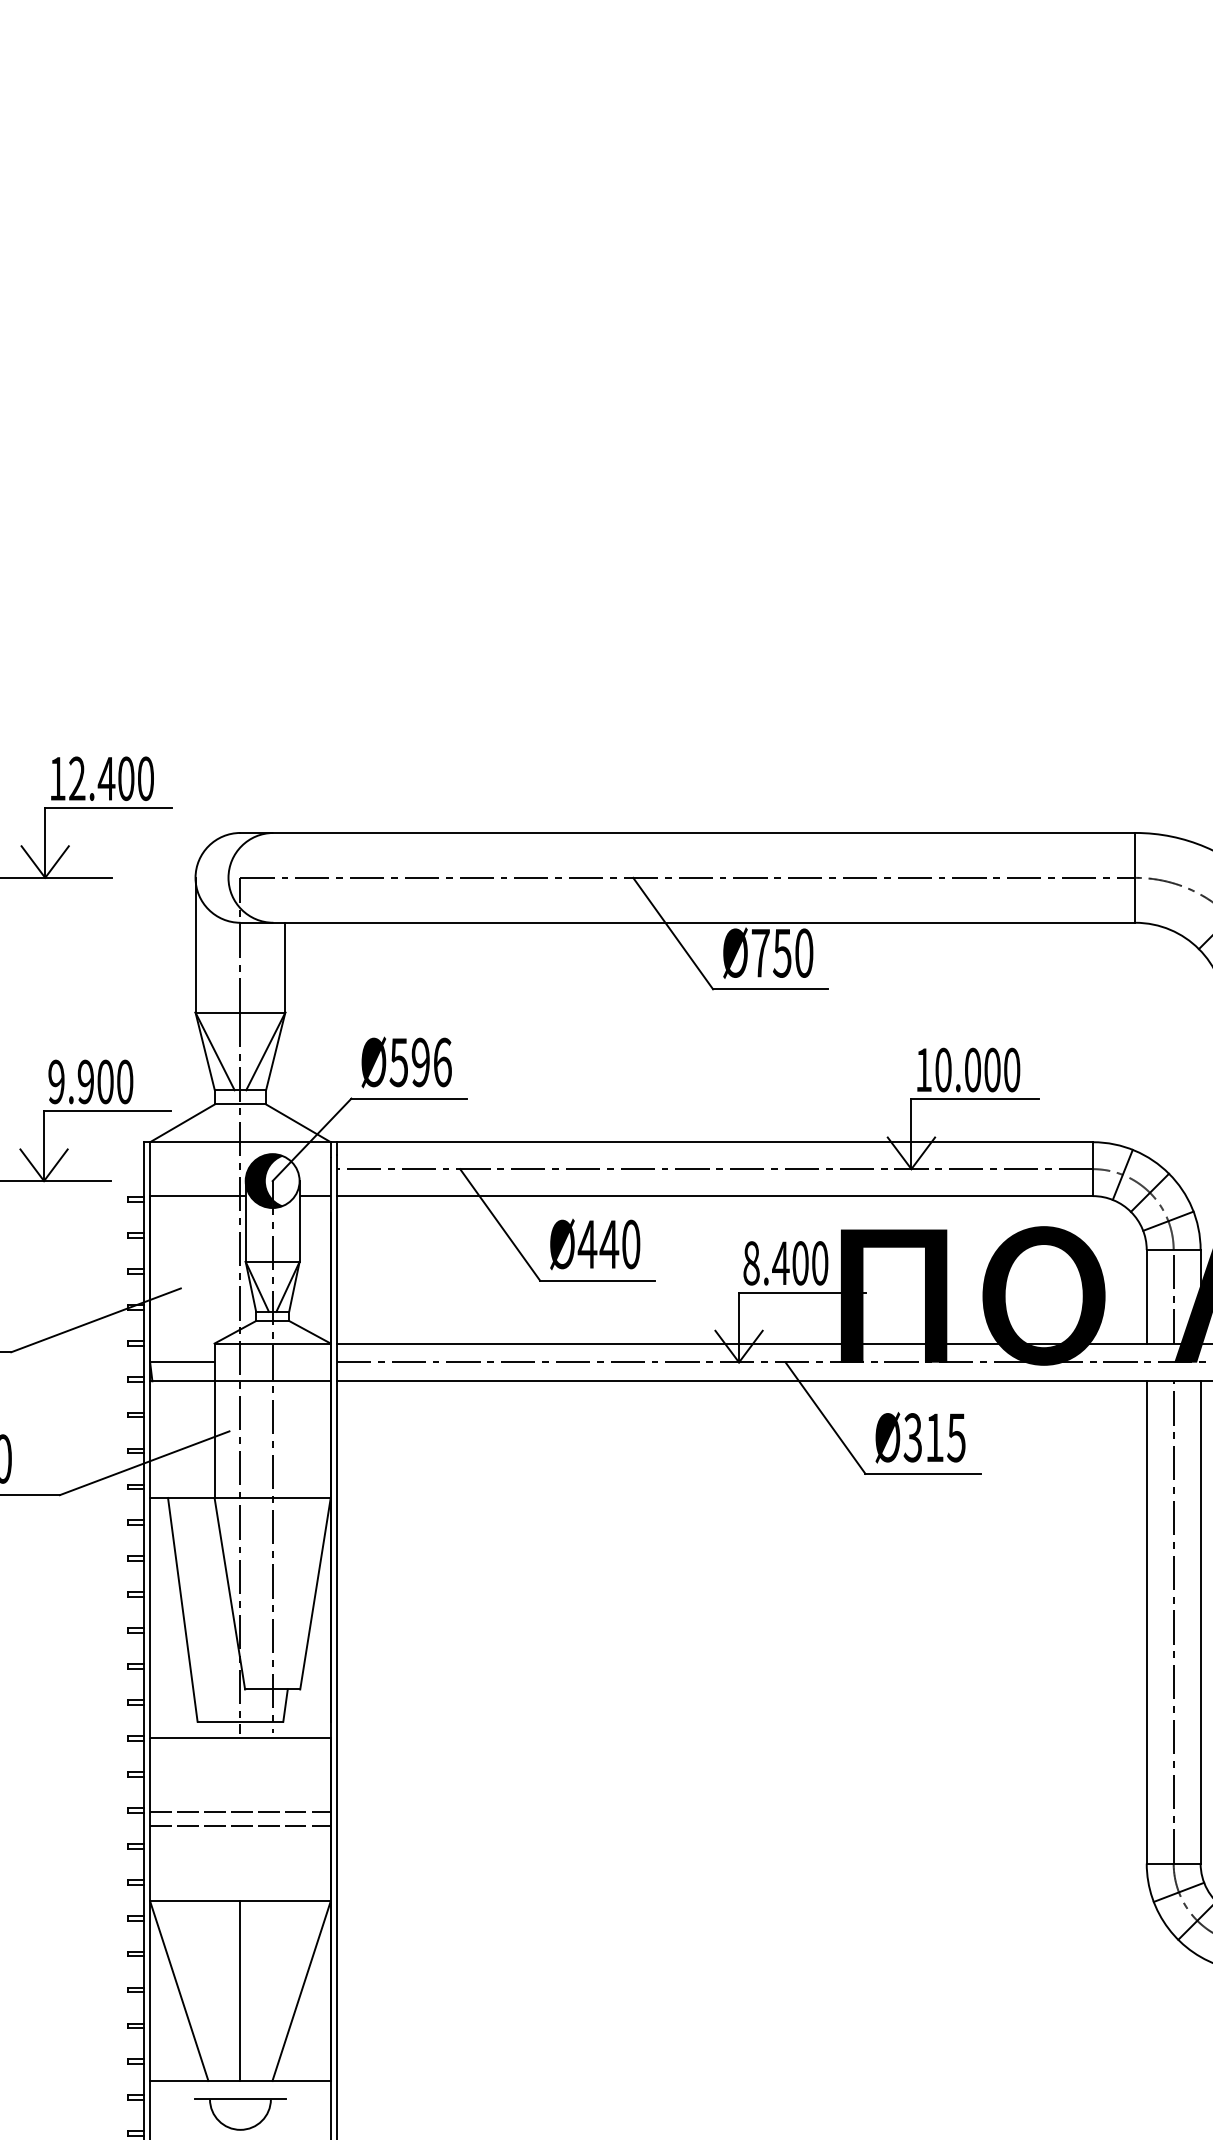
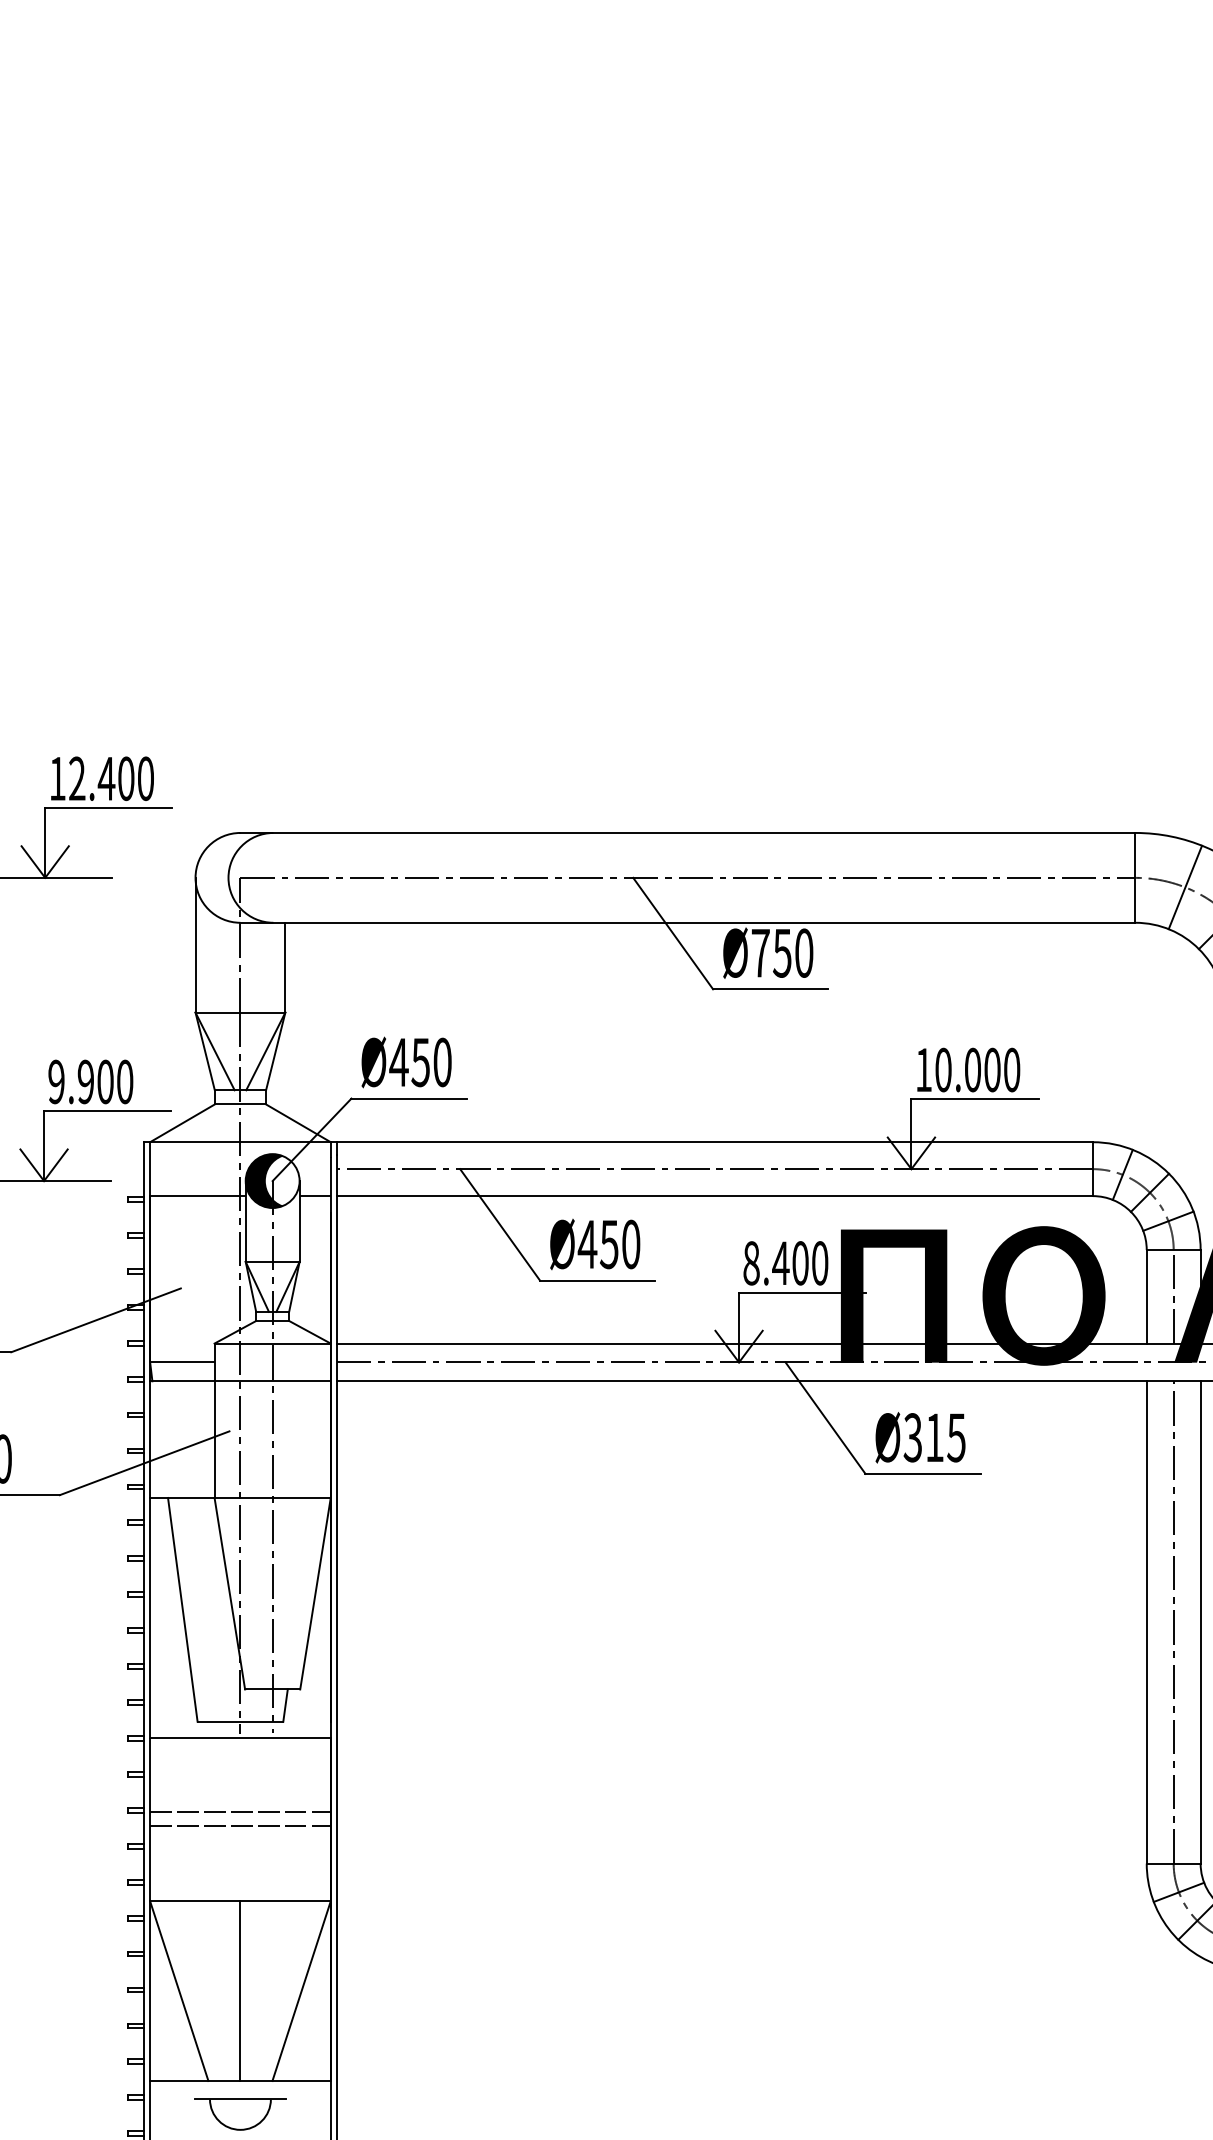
line at (1185, 887): none -> present
text at (420, 1062): Ø596 -> Ø450
text at (609, 1244): Ø440 -> Ø450
